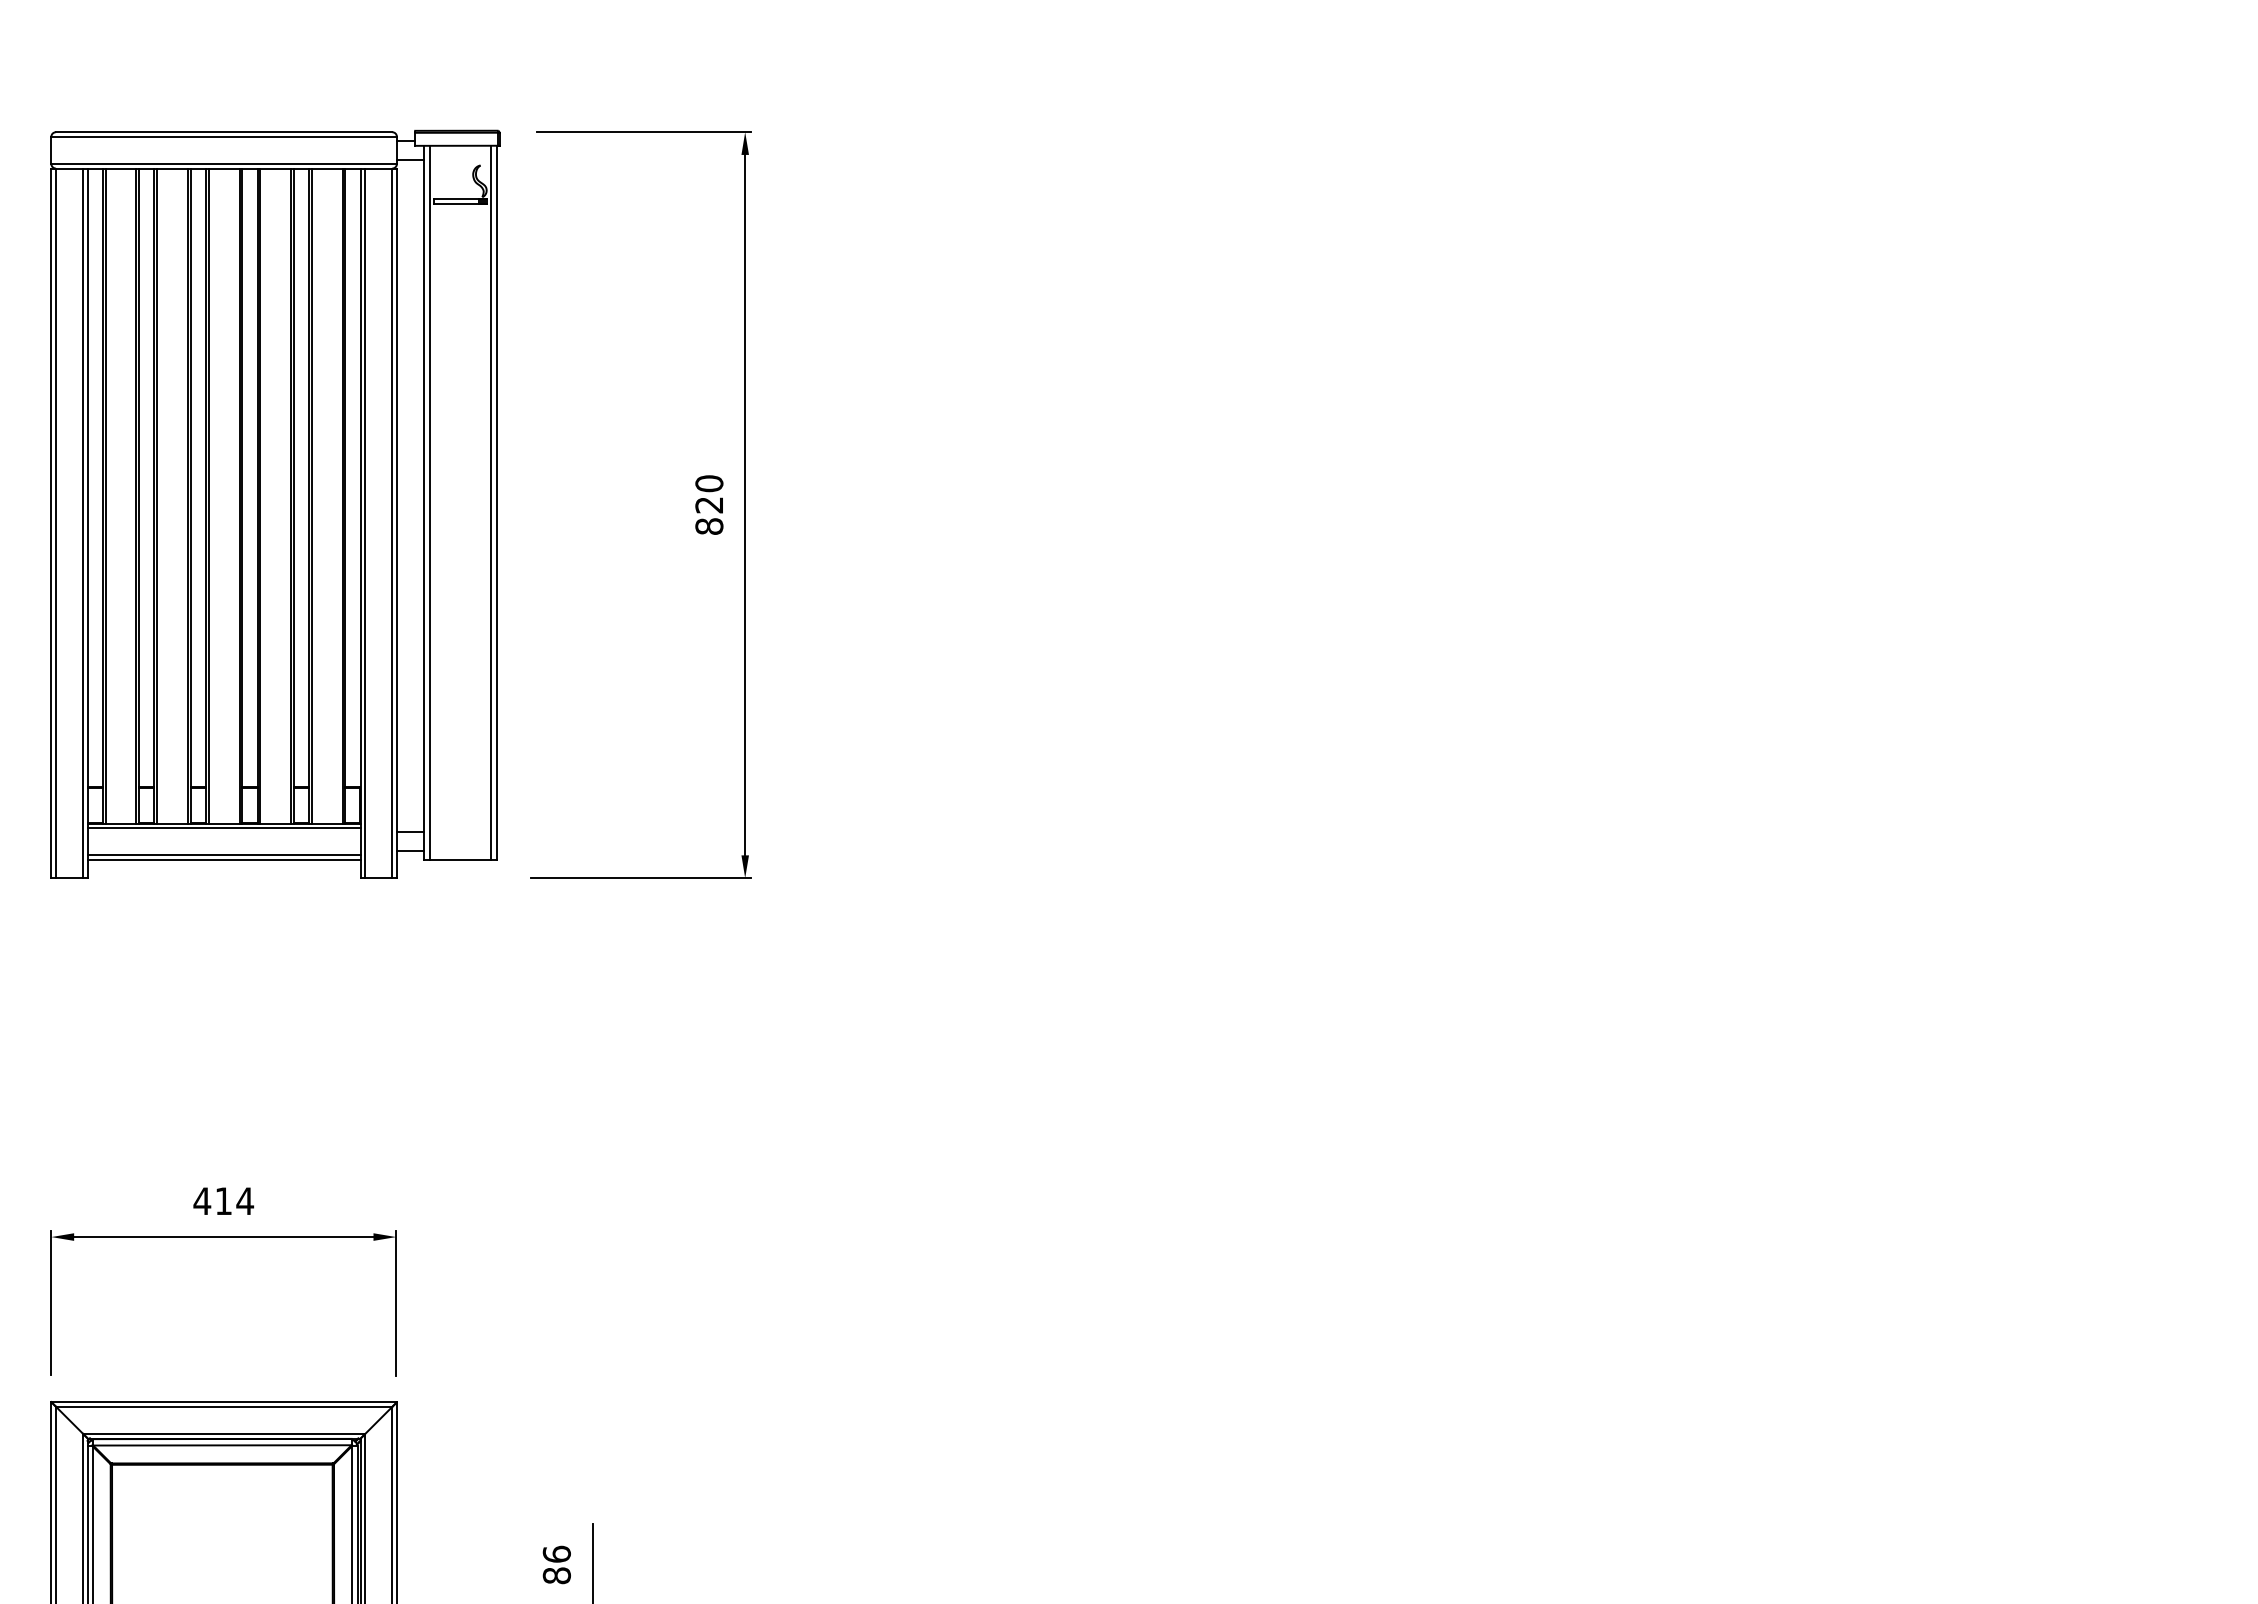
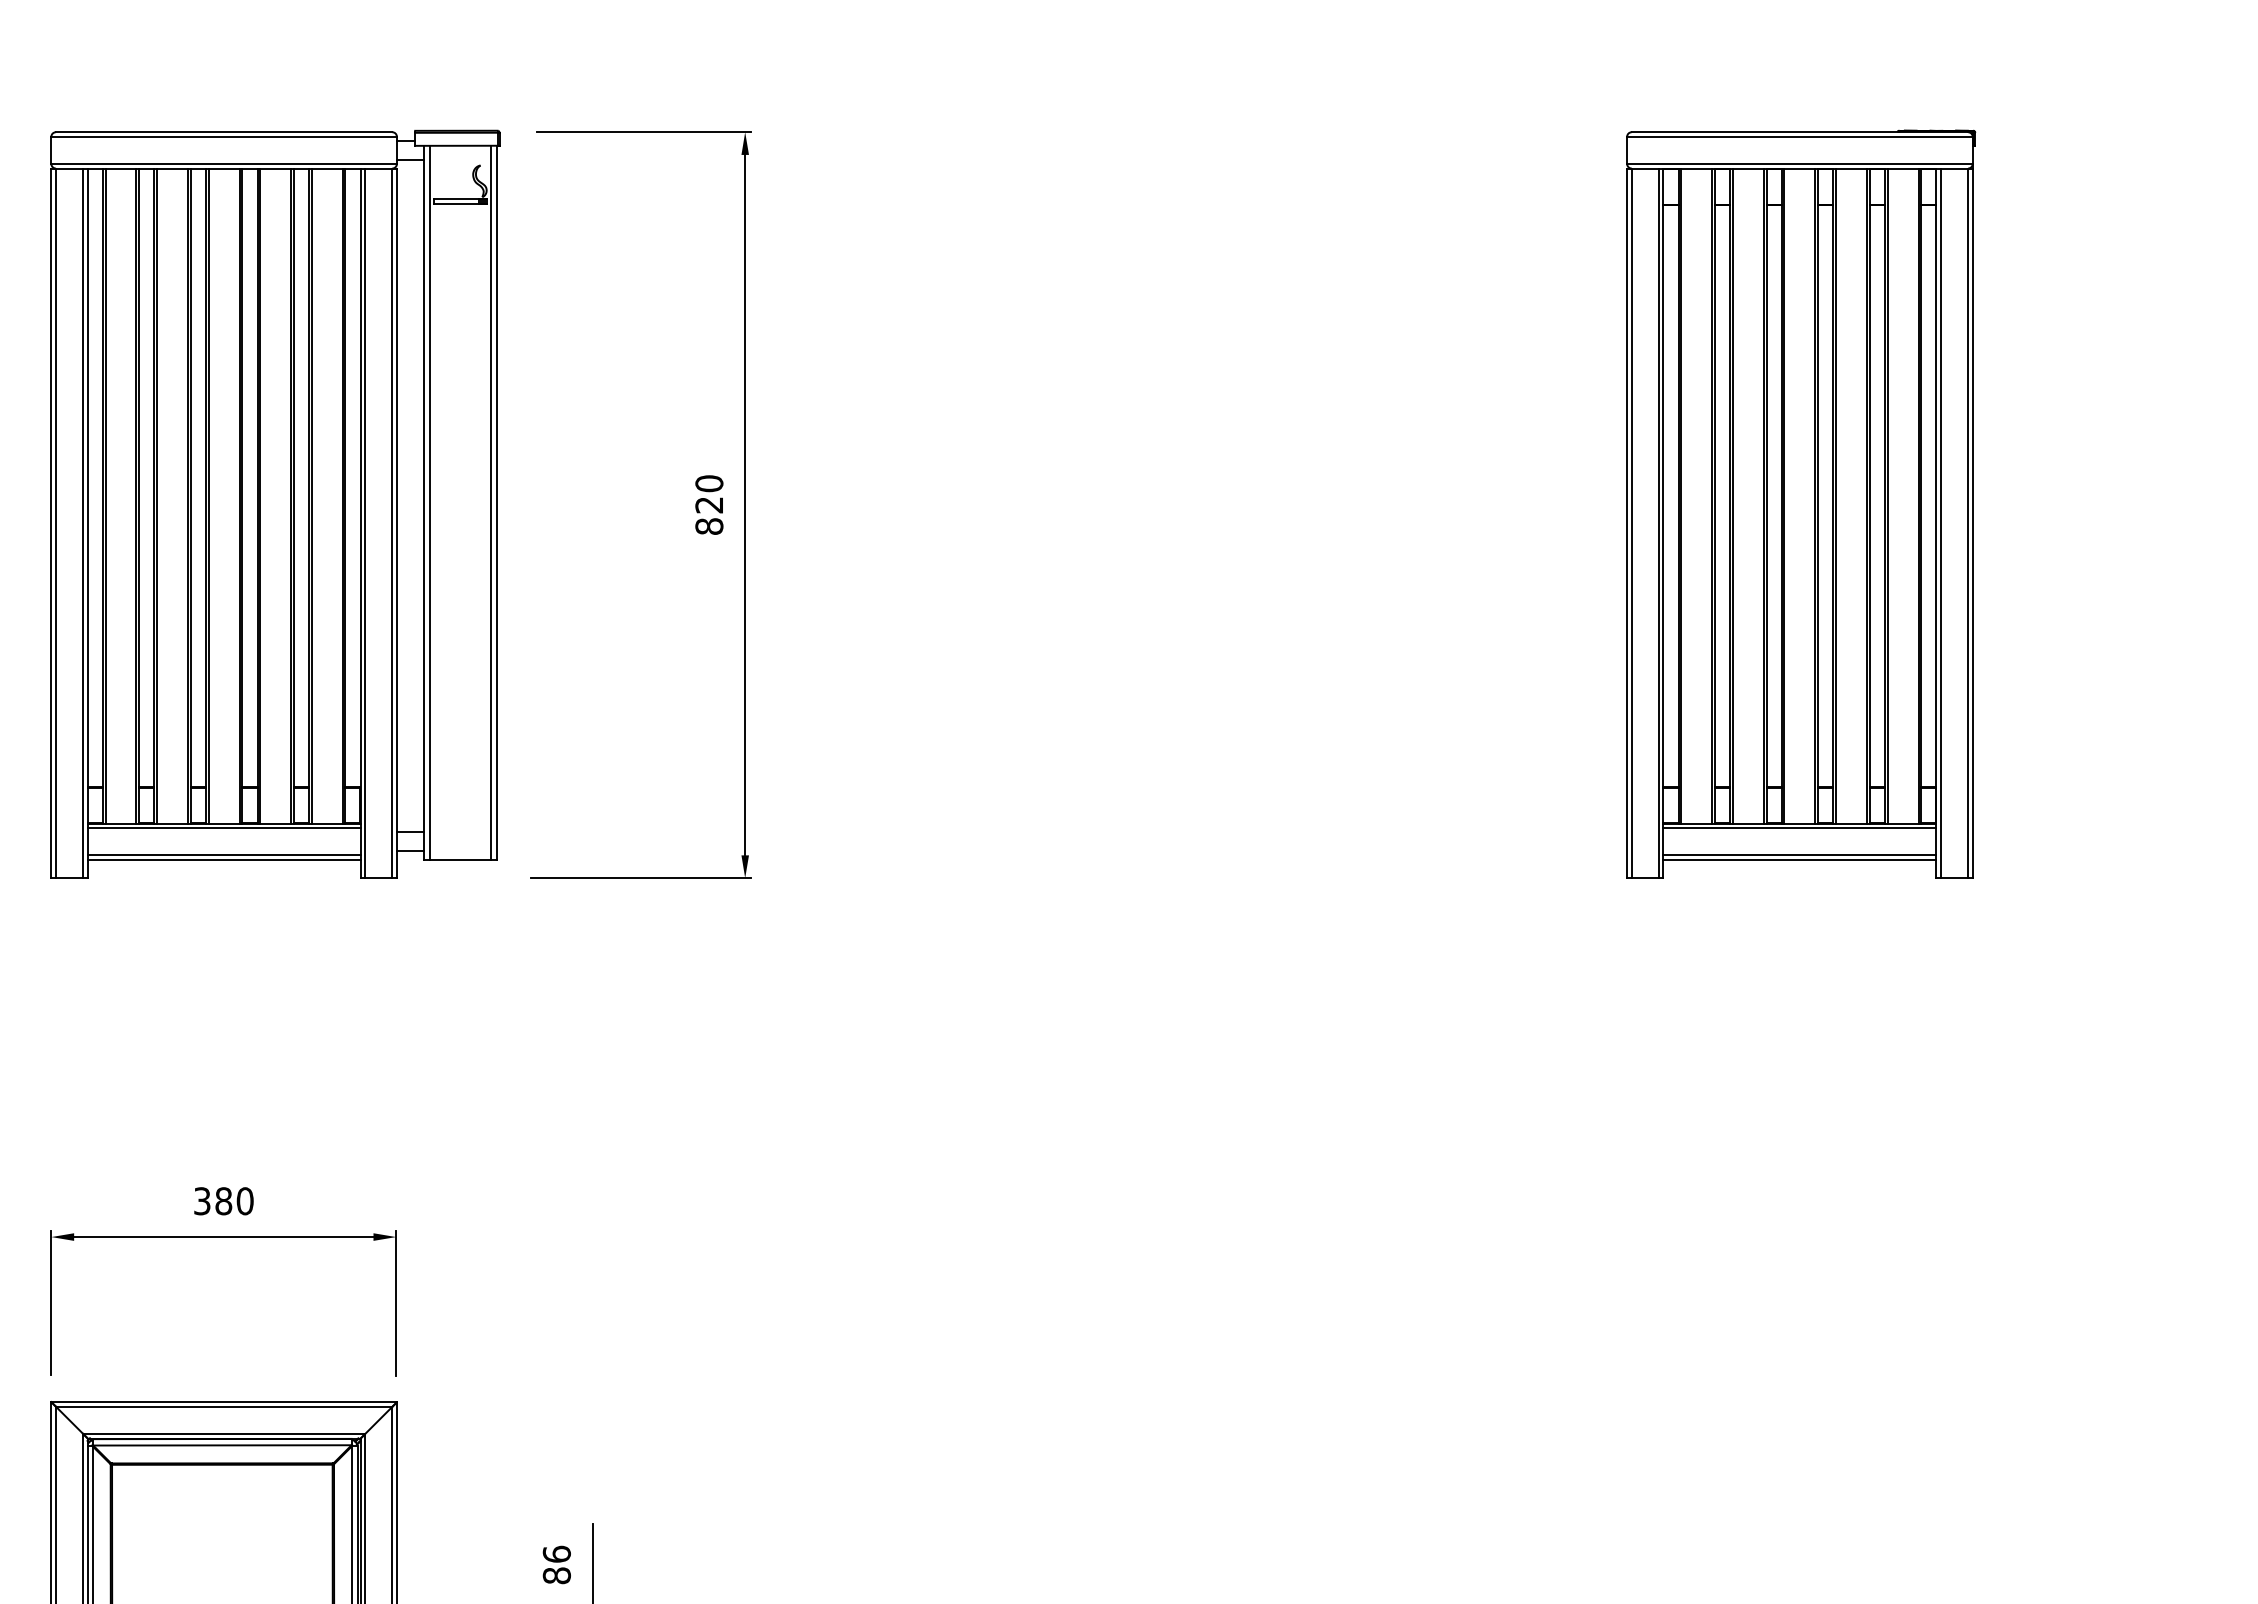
part at (1801, 503): none -> present
text at (223, 1201): 414 -> 380
